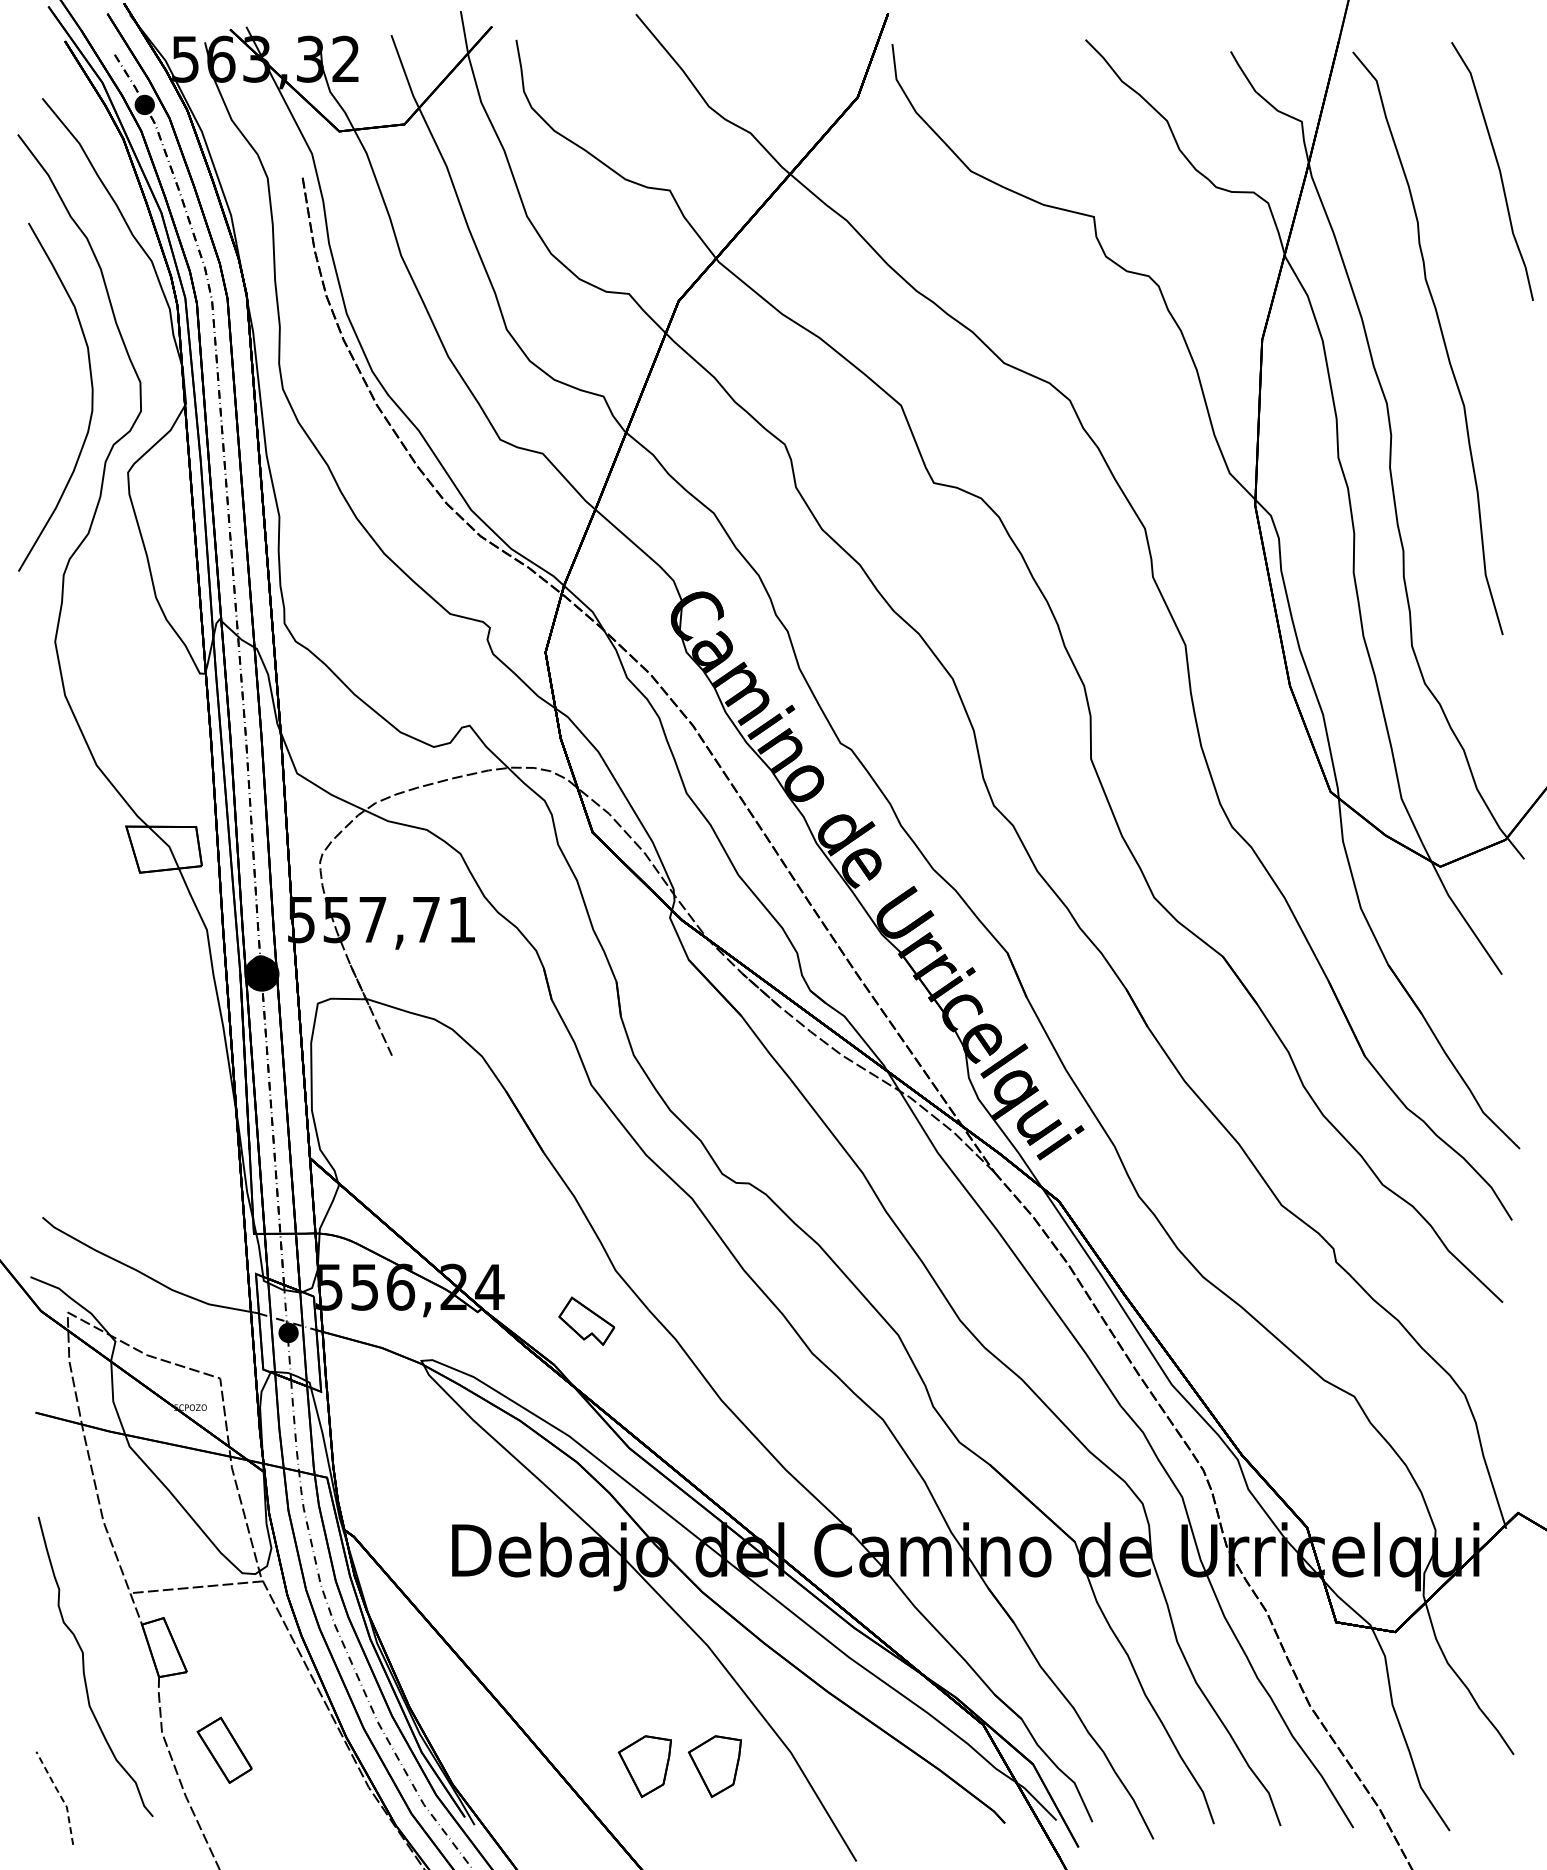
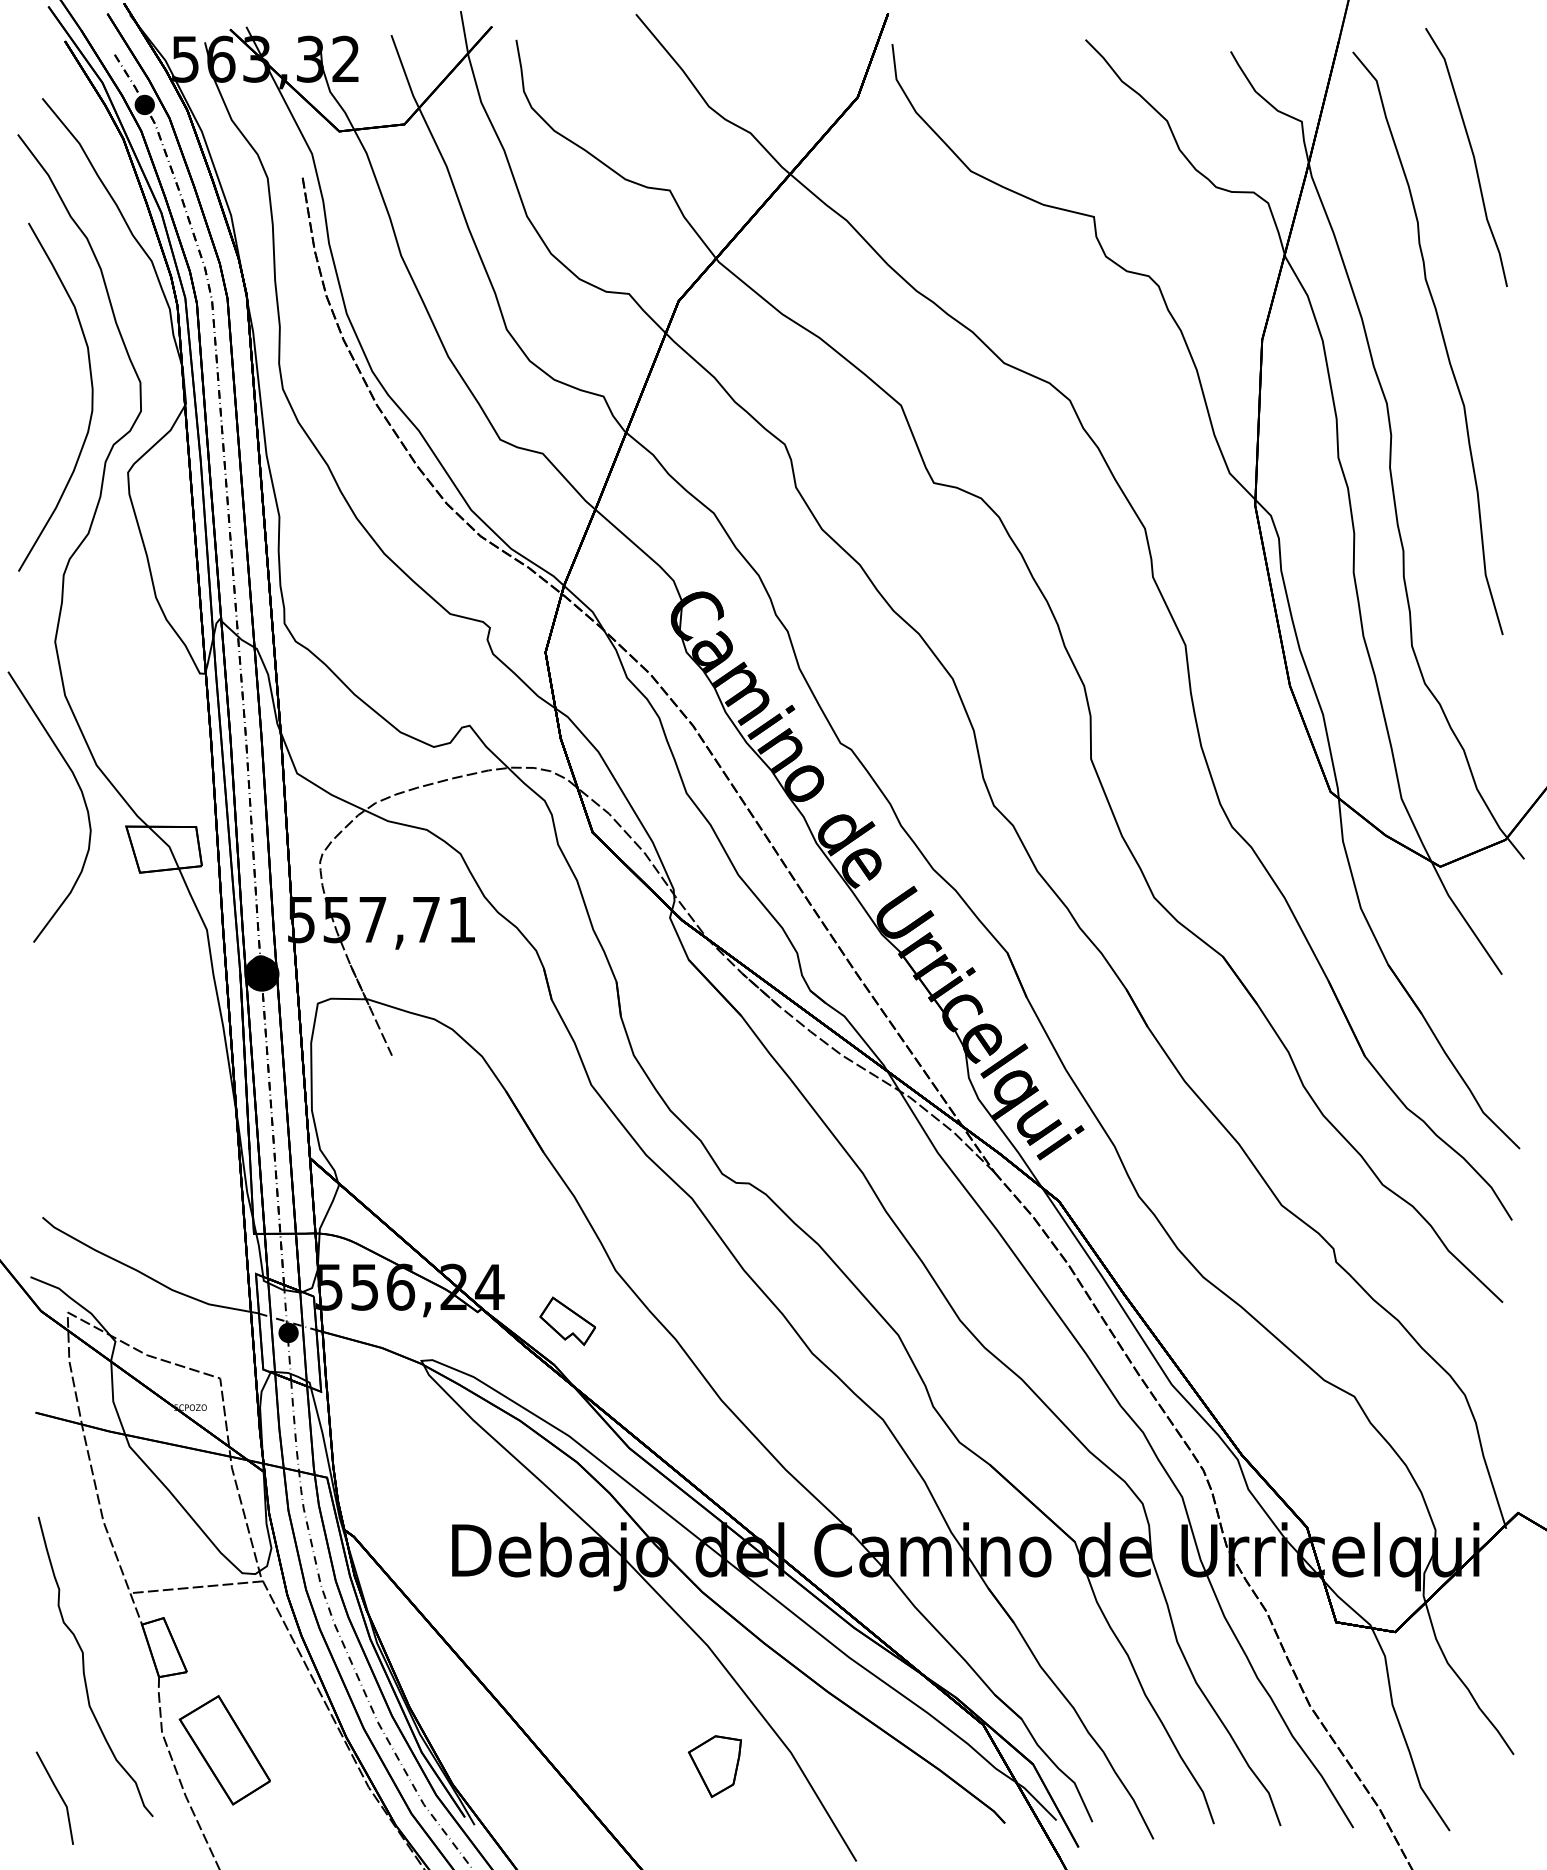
curve at (1498, 169) position: (1498, 169) -> (1472, 155)
curve at (81, 794): none -> present
part at (586, 1321) position: (586, 1321) -> (567, 1321)
part at (224, 1749) size: 57x68 px -> 93x111 px
part at (644, 1766): present -> none
line at (60, 1795): dashed -> solid
